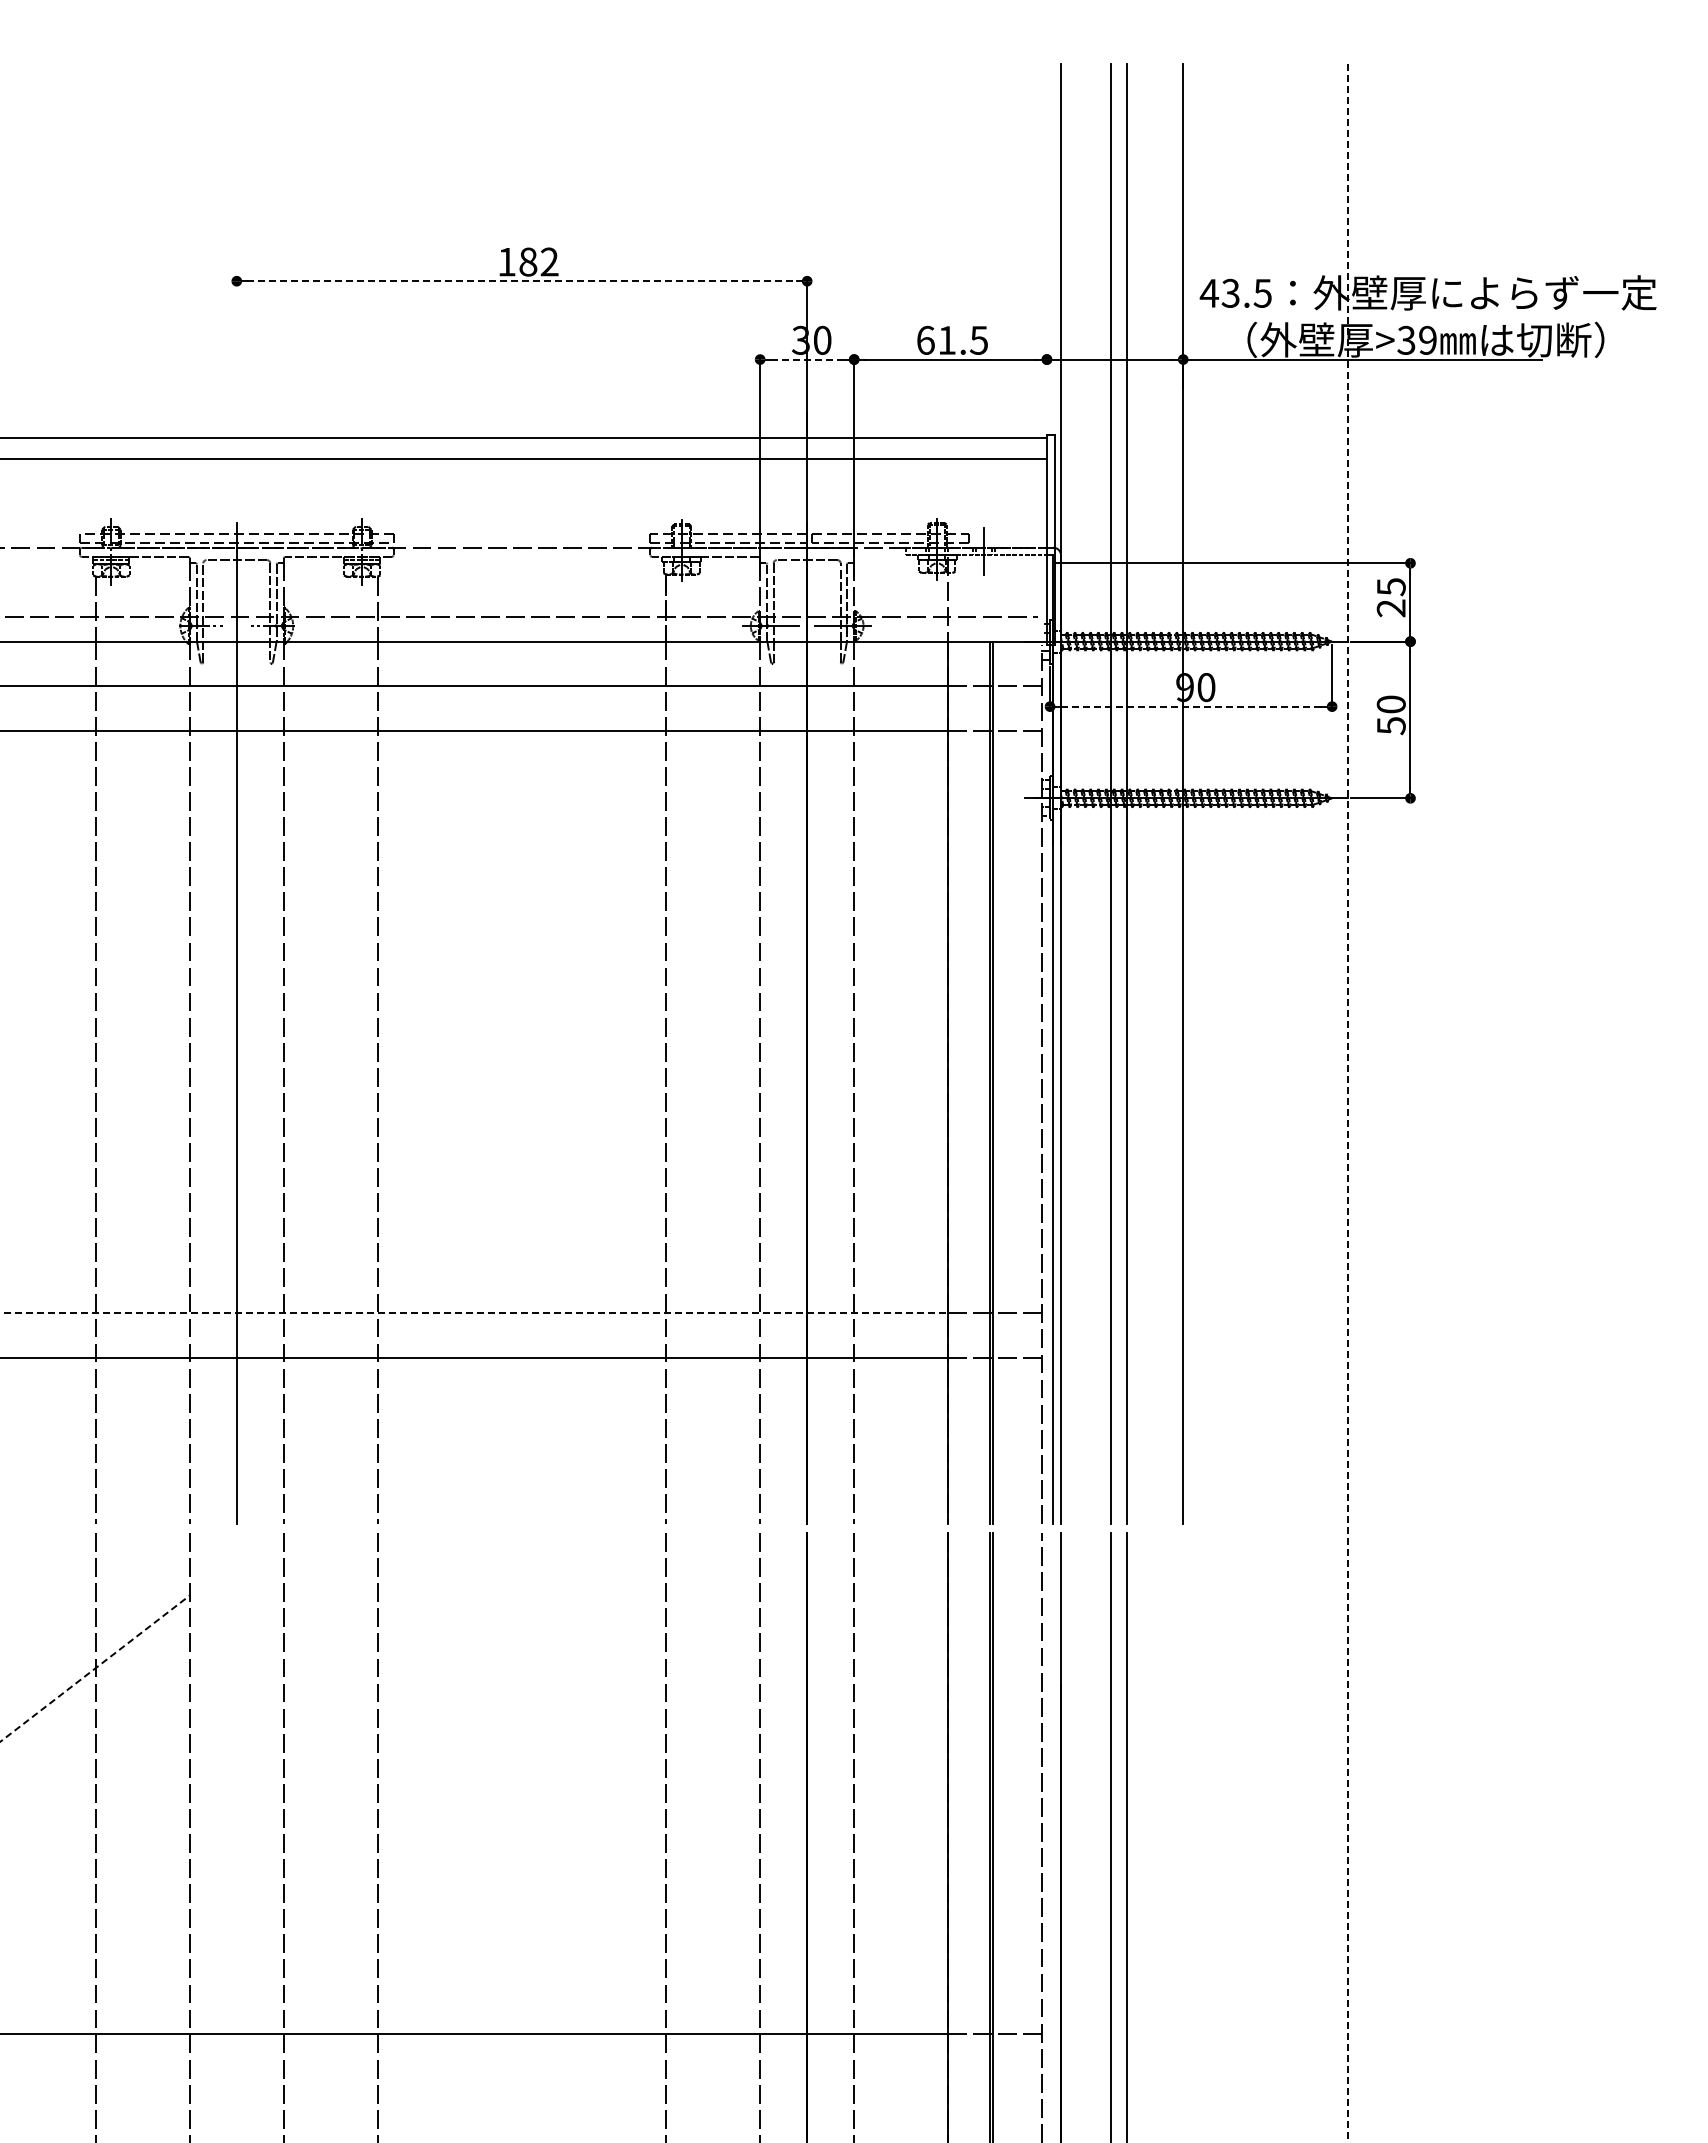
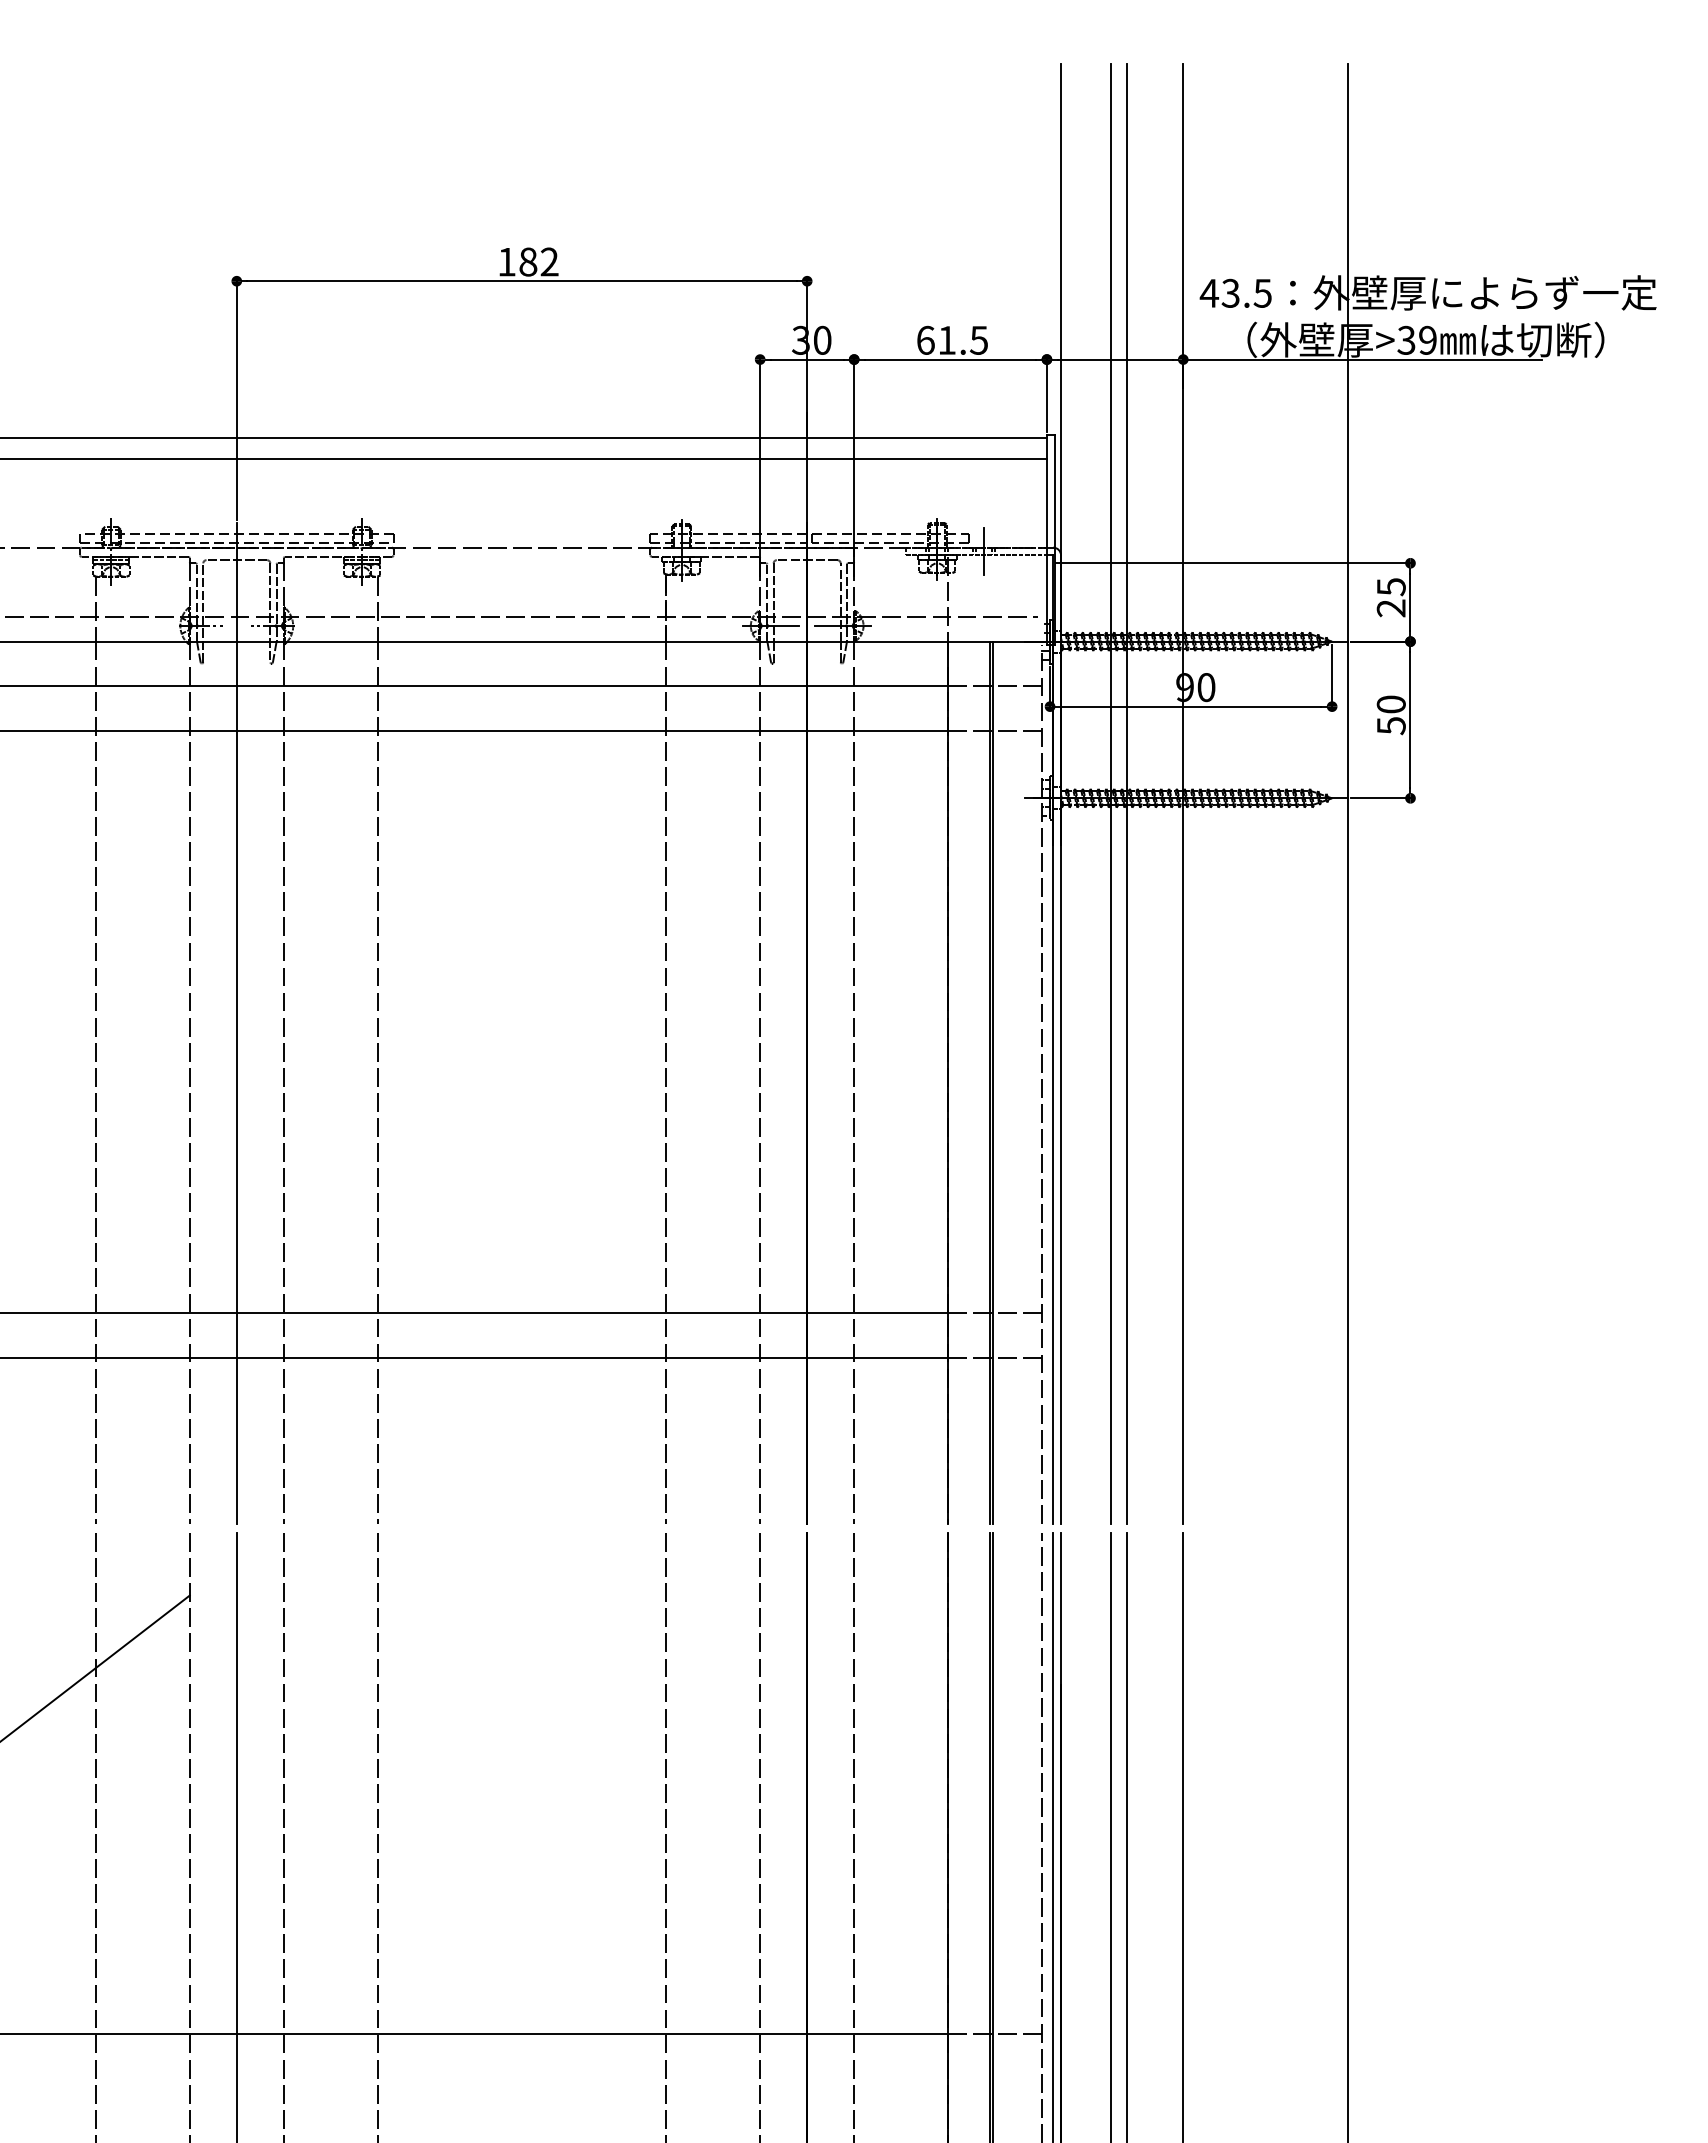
line at (521, 281): dashed -> solid
line at (806, 359): dashed -> solid
line at (1046, 393): none -> present
line at (236, 398): none -> present
line at (1191, 706): dashed -> solid
line at (1347, 1104): dashed -> solid
line at (474, 1313): dashed -> solid
line at (95, 1668): dashed -> solid
line at (236, 1836): none -> present
line at (1053, 1836): none -> present
line at (1183, 1836): none -> present
